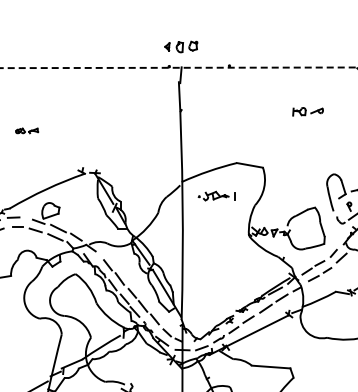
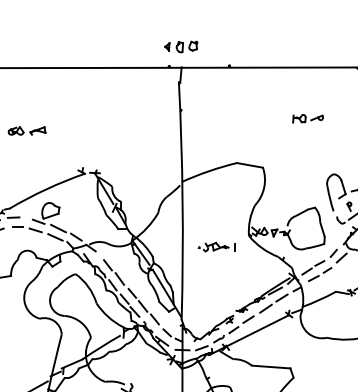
line at (179, 67): dashed -> solid
part at (307, 111) position: (307, 111) -> (307, 118)
part at (27, 130) size: 25x8 px -> 40x10 px
part at (216, 195) position: (216, 195) -> (216, 246)
